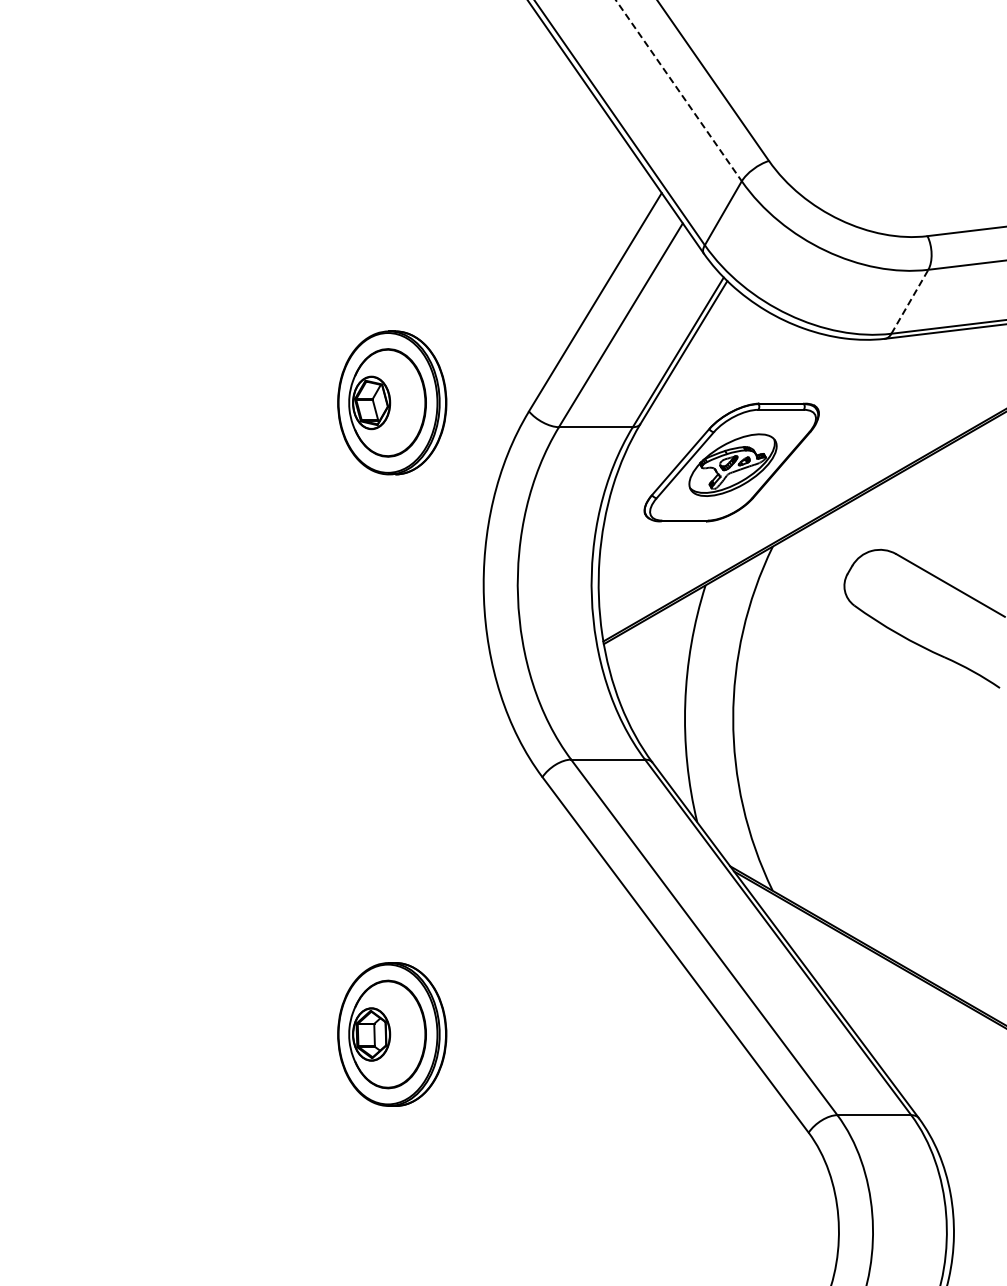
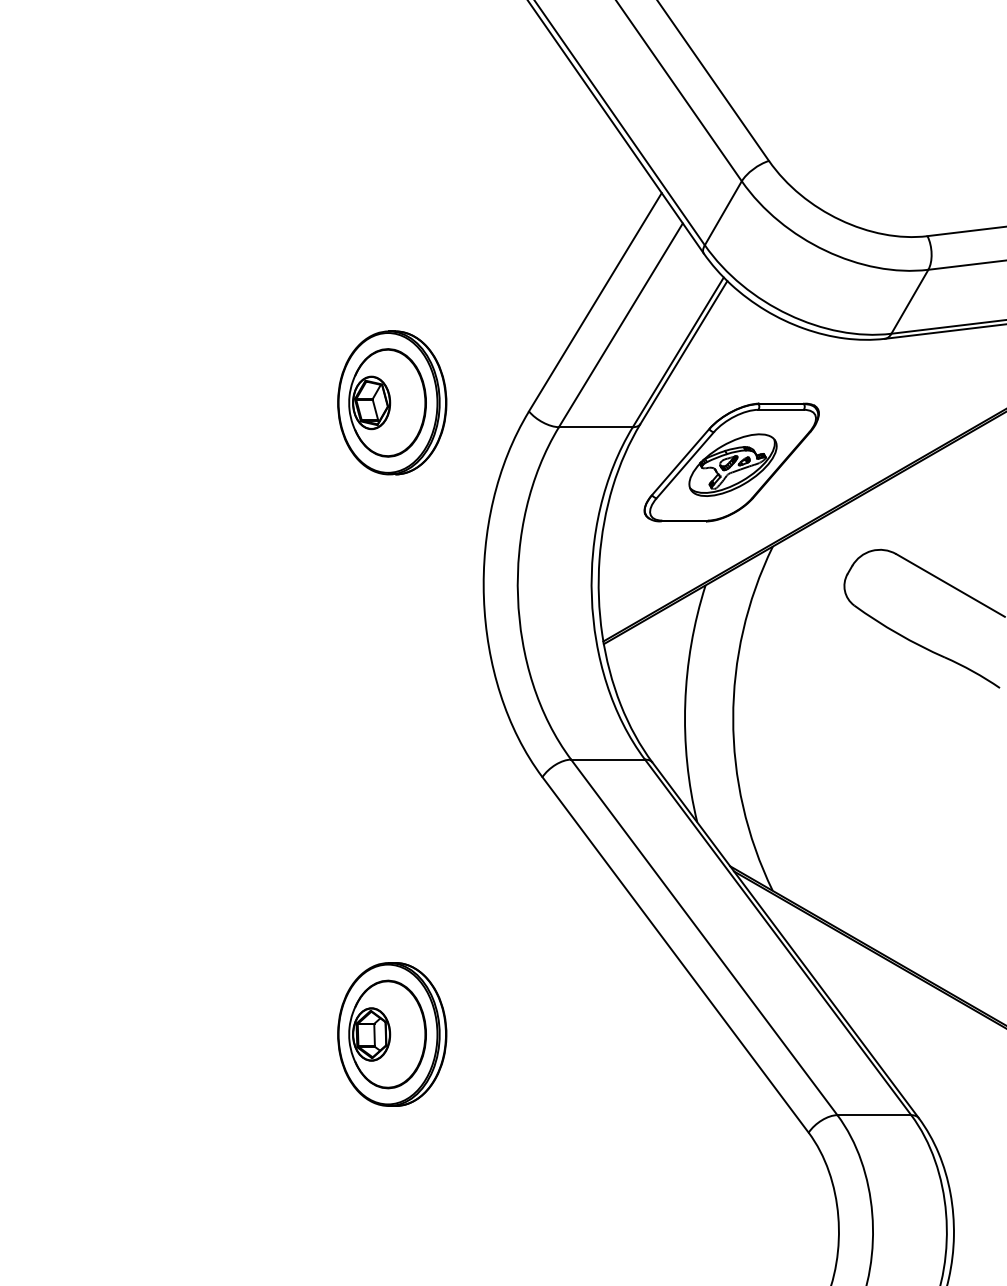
line at (679, 90): dashed -> solid
line at (909, 301): dashed -> solid
